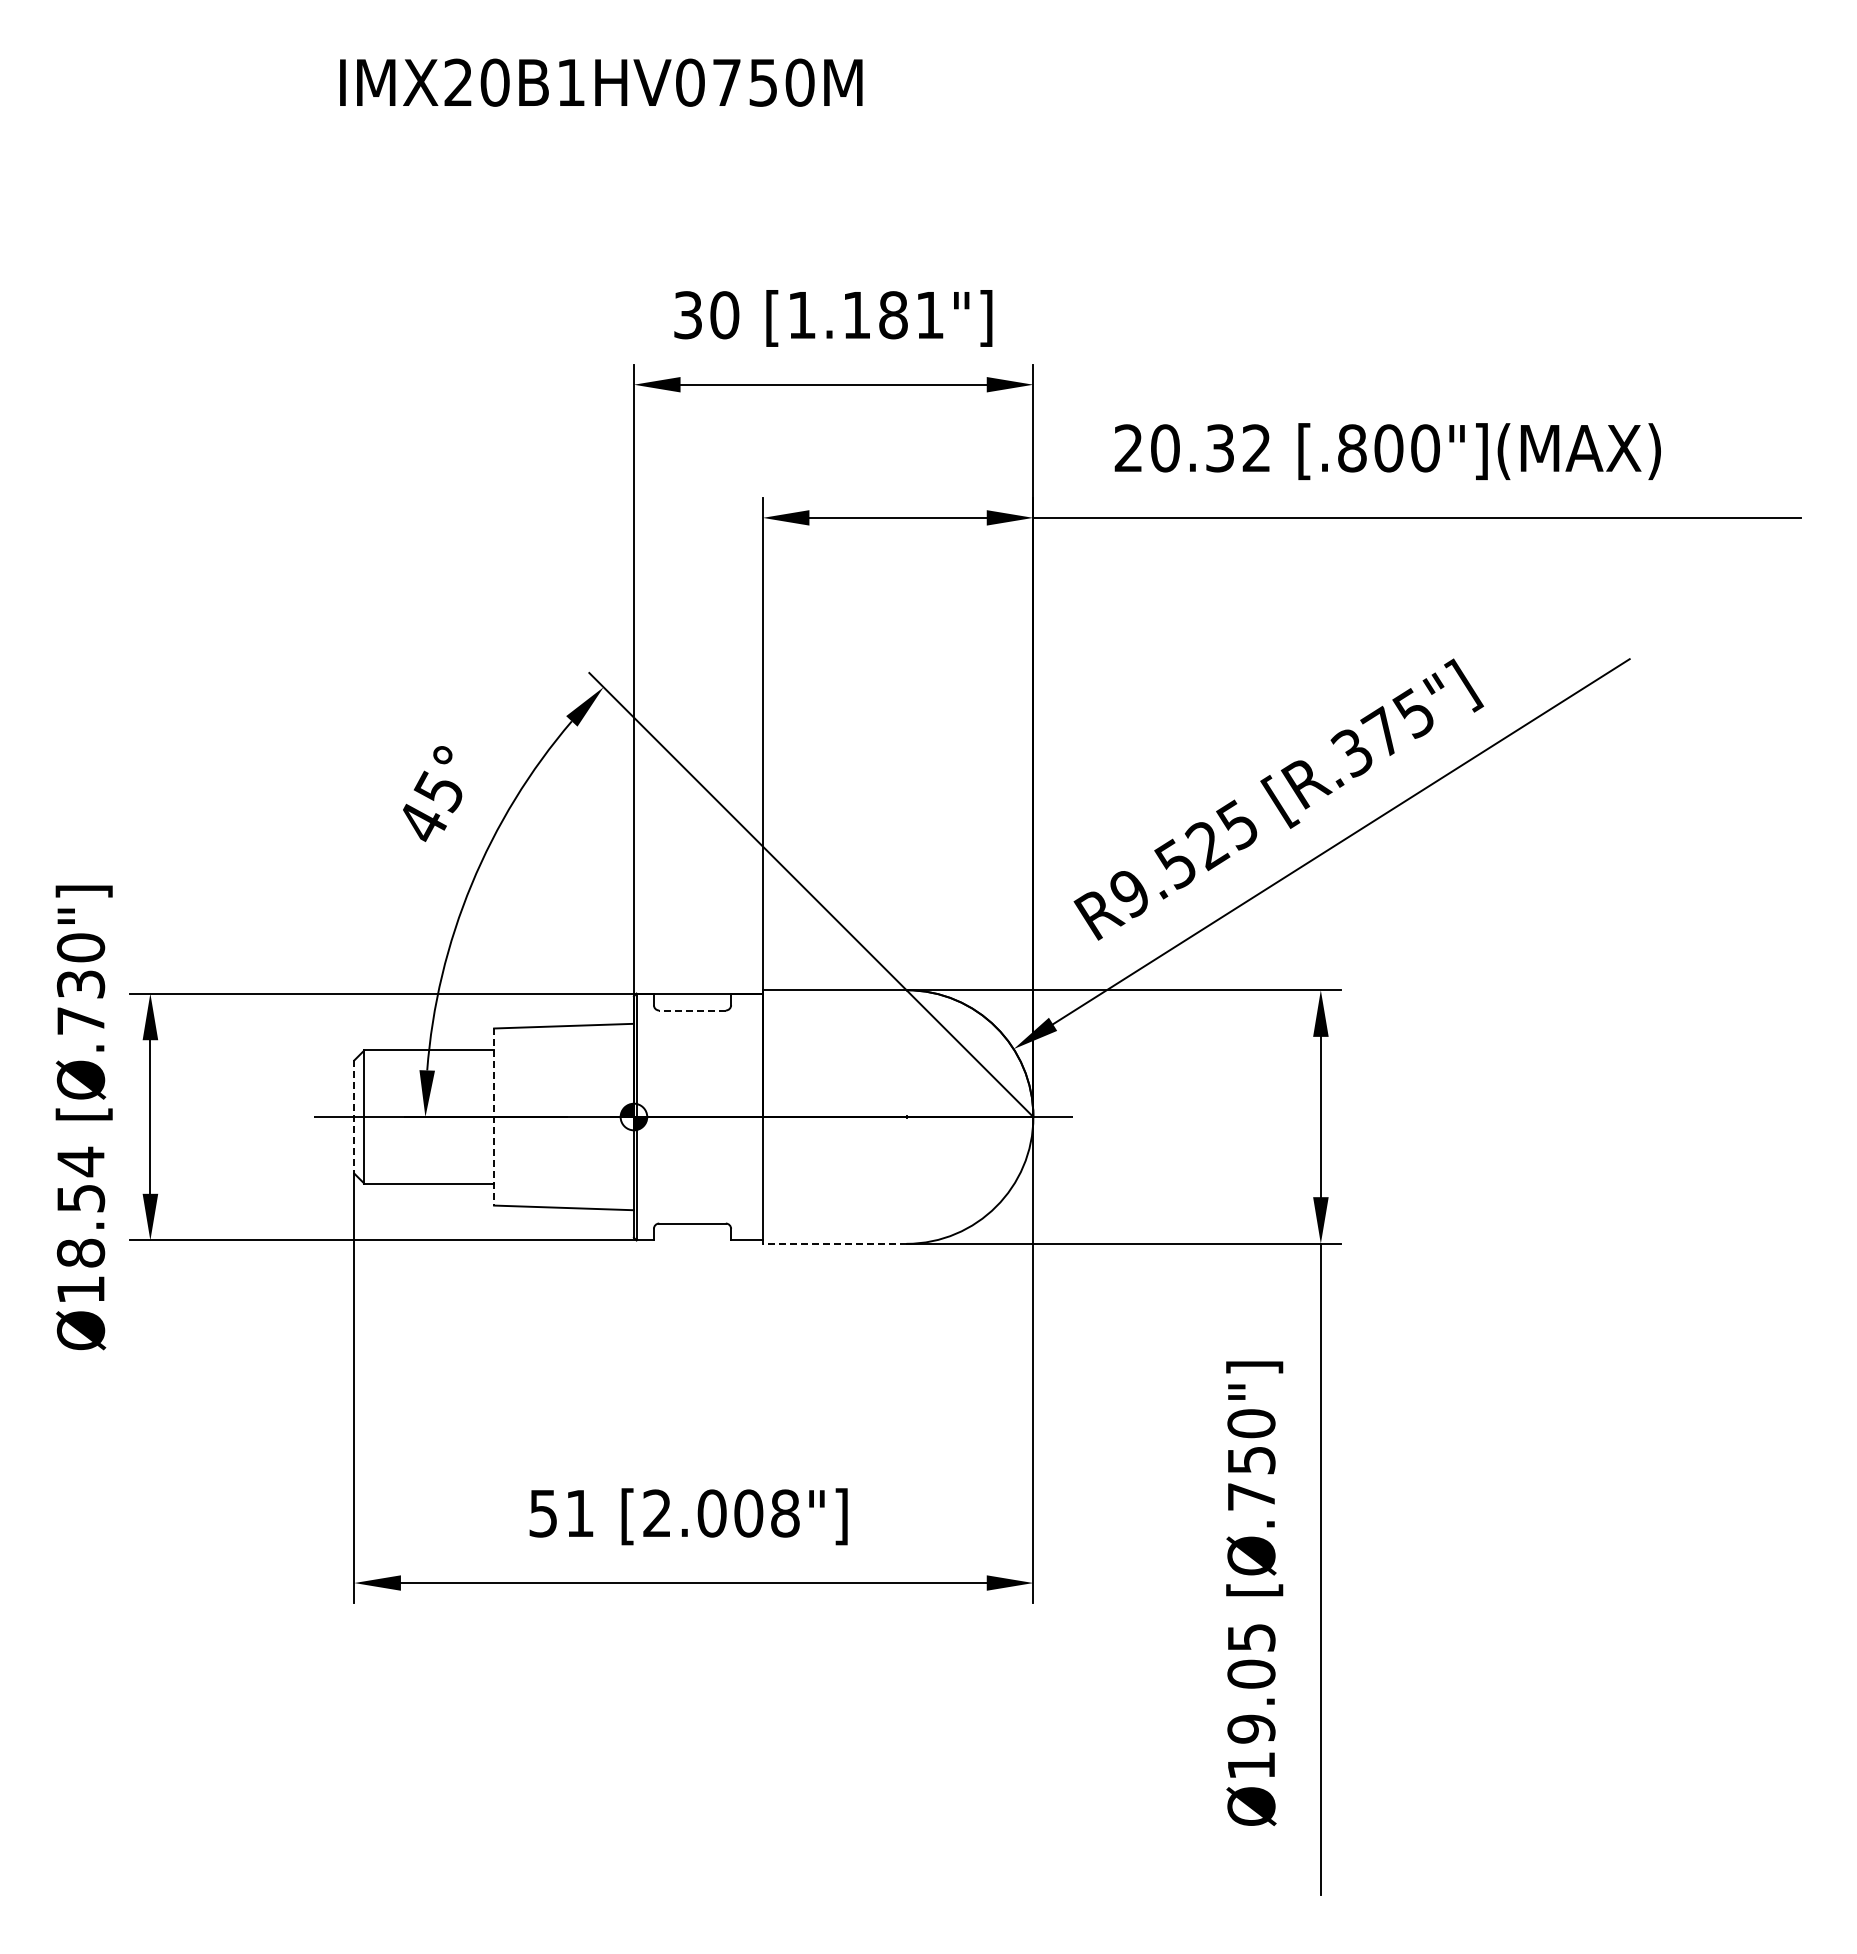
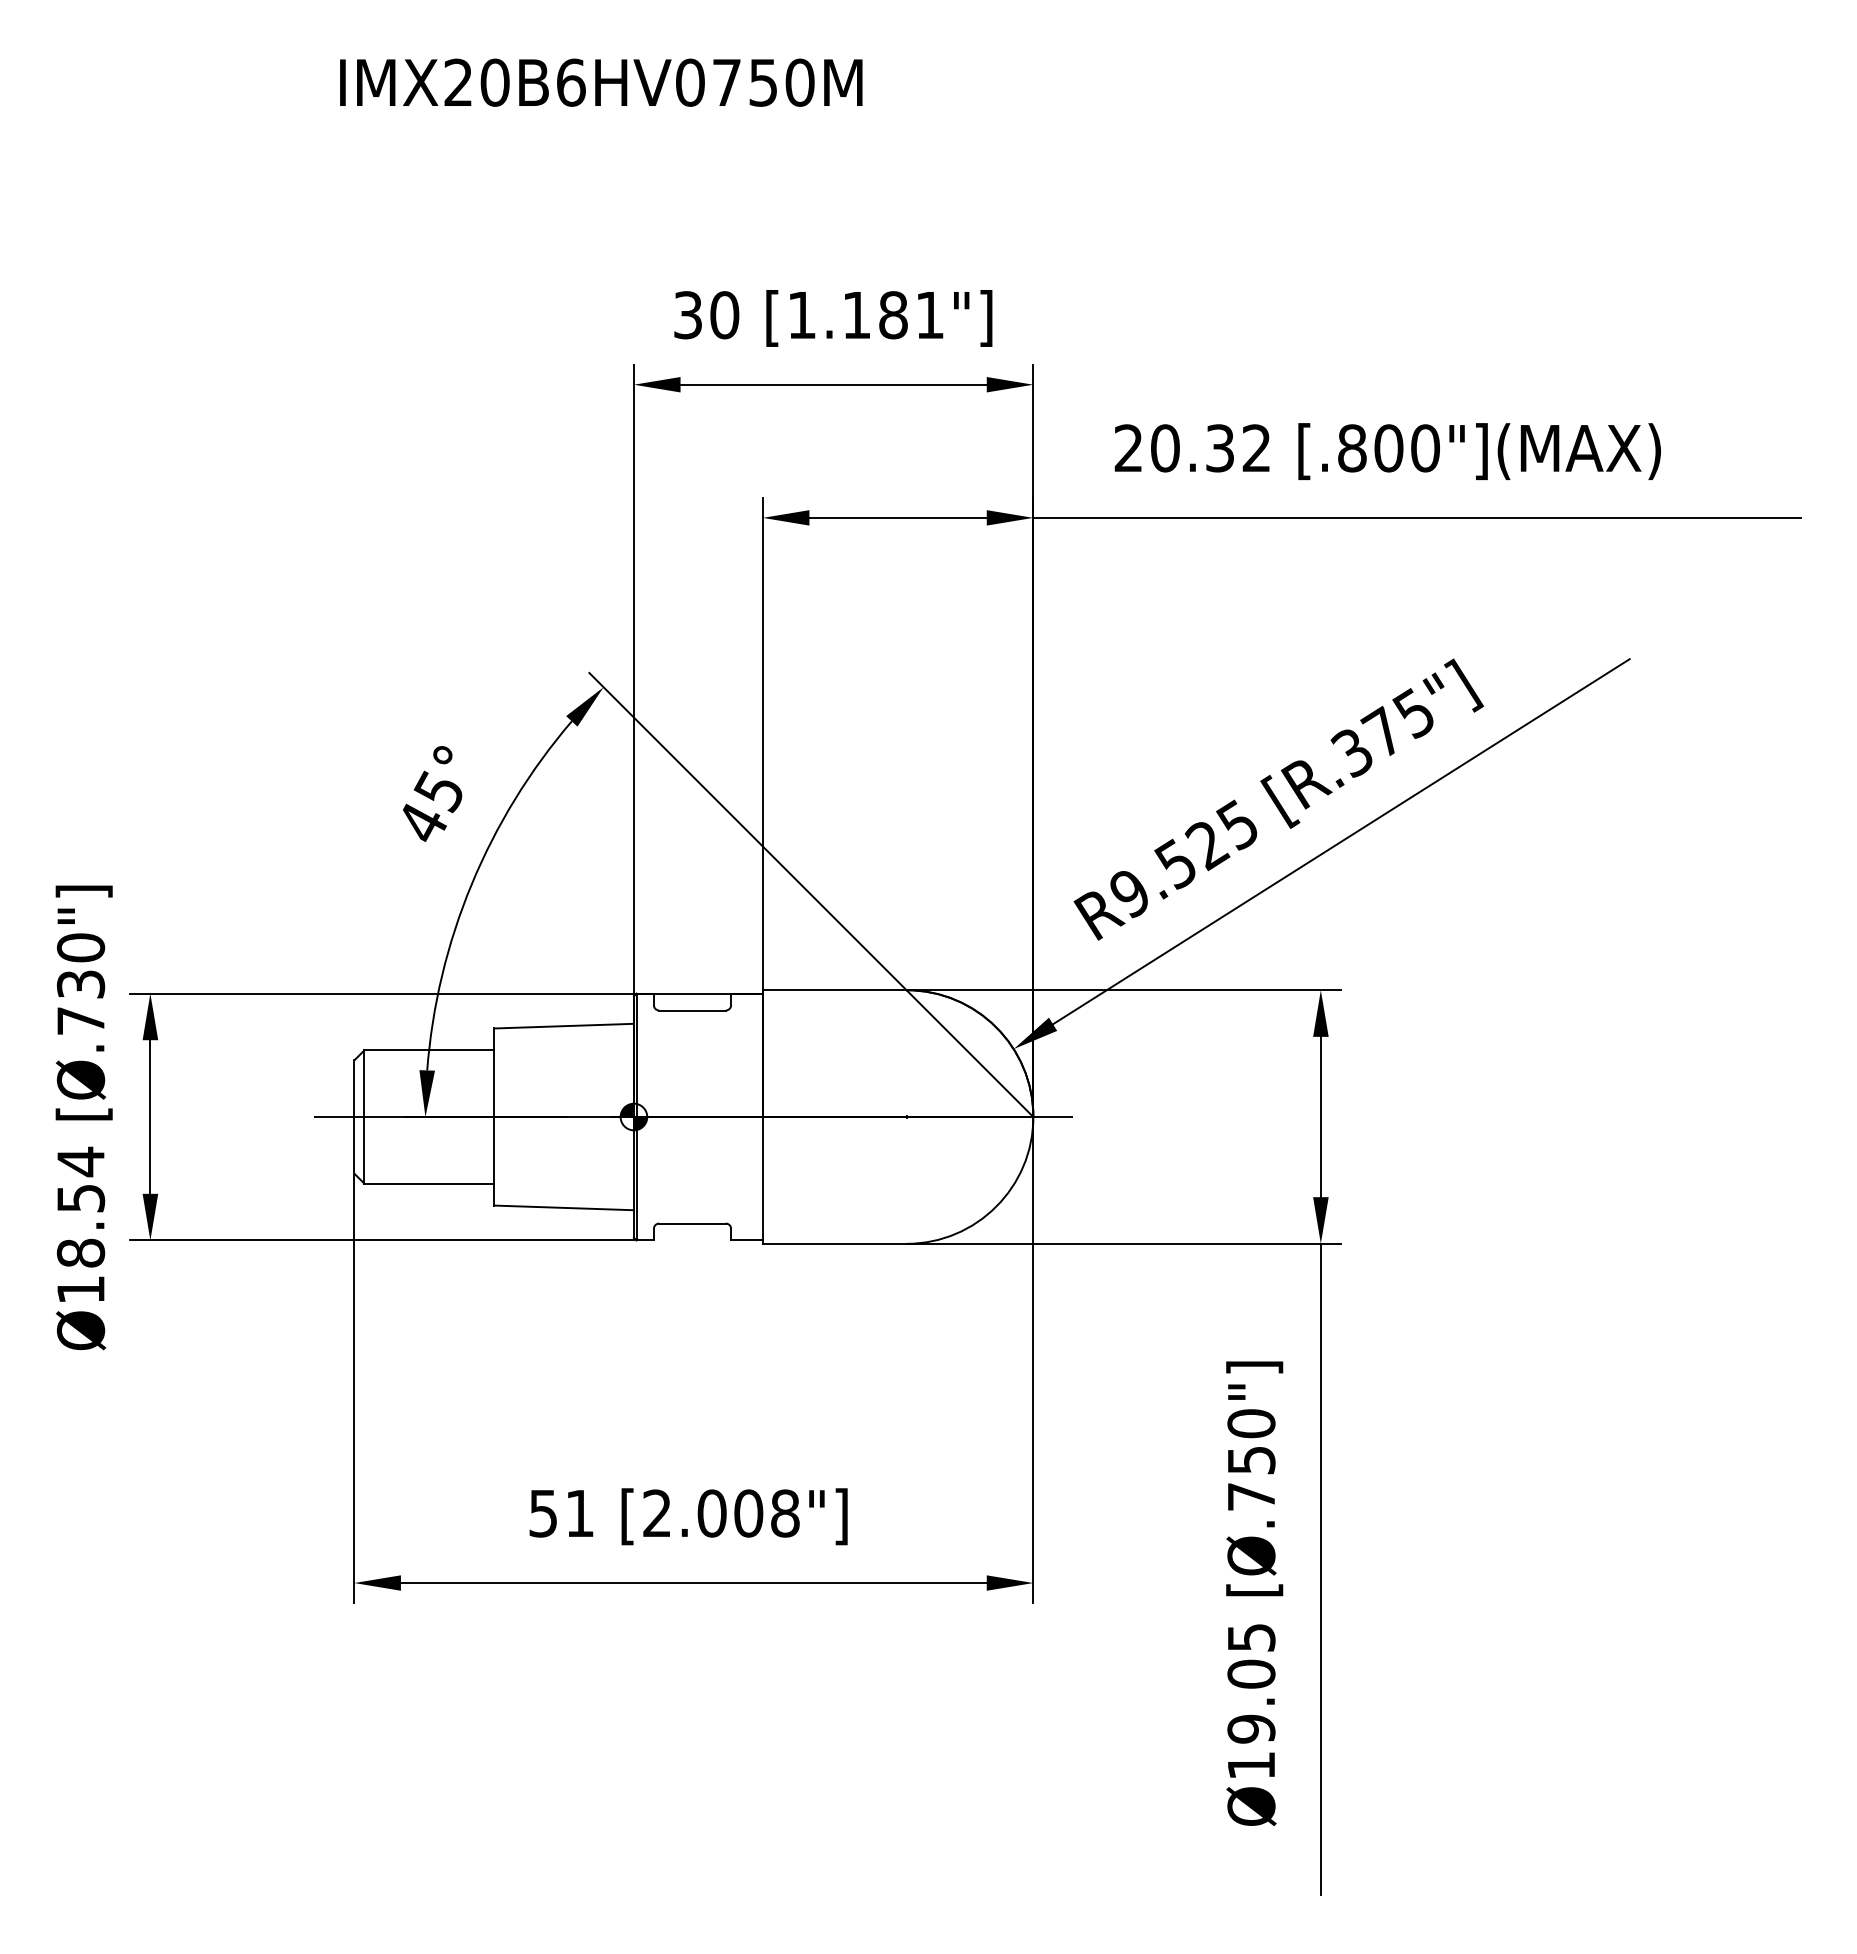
text at (571, 82): IMX20B1HV0750M -> IMX20B6HV0750M
line at (692, 1010): dashed -> solid
line at (354, 1117): dashed -> solid
line at (494, 1117): dashed -> solid
line at (834, 1243): dashed -> solid
